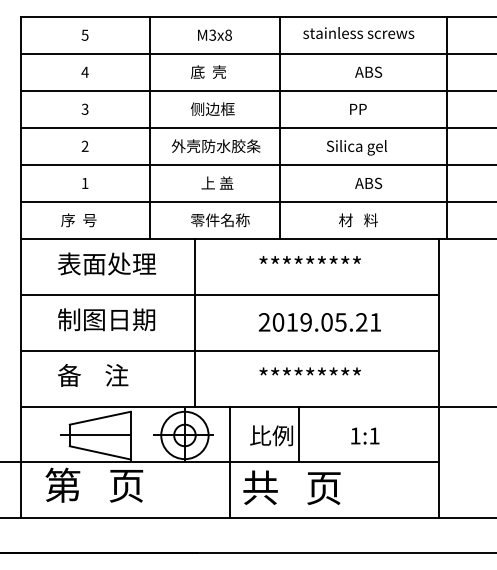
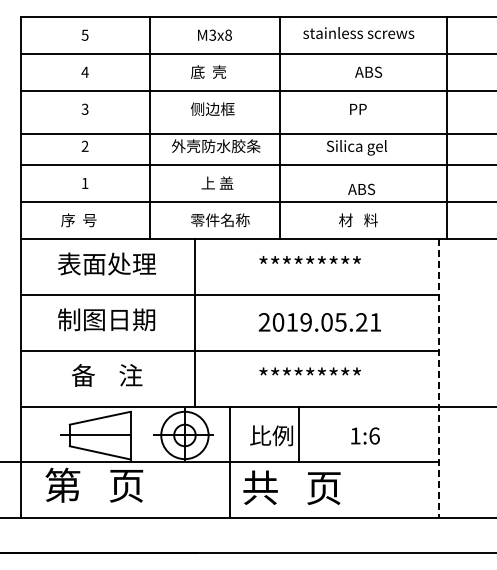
line at (256, 128) position: (256, 128) -> (256, 134)
text at (368, 183) position: (368, 183) -> (361, 189)
text at (93, 375) position: (93, 375) -> (107, 375)
line at (438, 379): solid -> dashed
text at (374, 435): 1:1 -> 1:6
